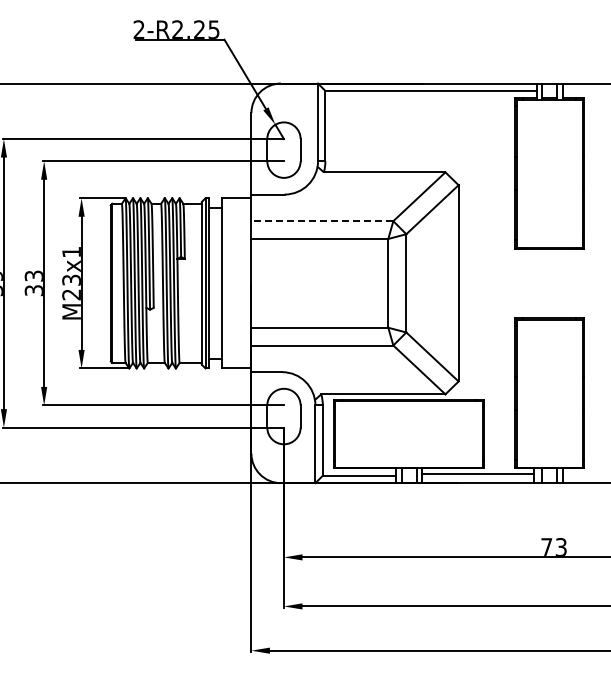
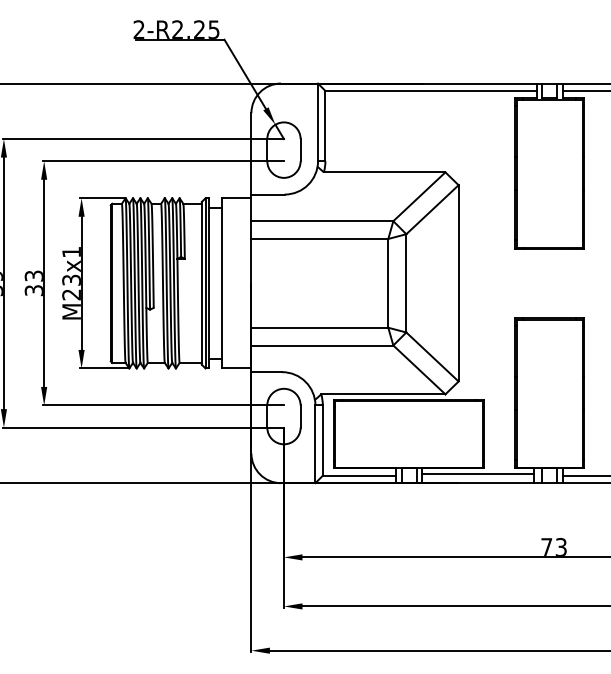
line at (584, 90): none -> present
line at (322, 221): dashed -> solid
line at (584, 475): none -> present
